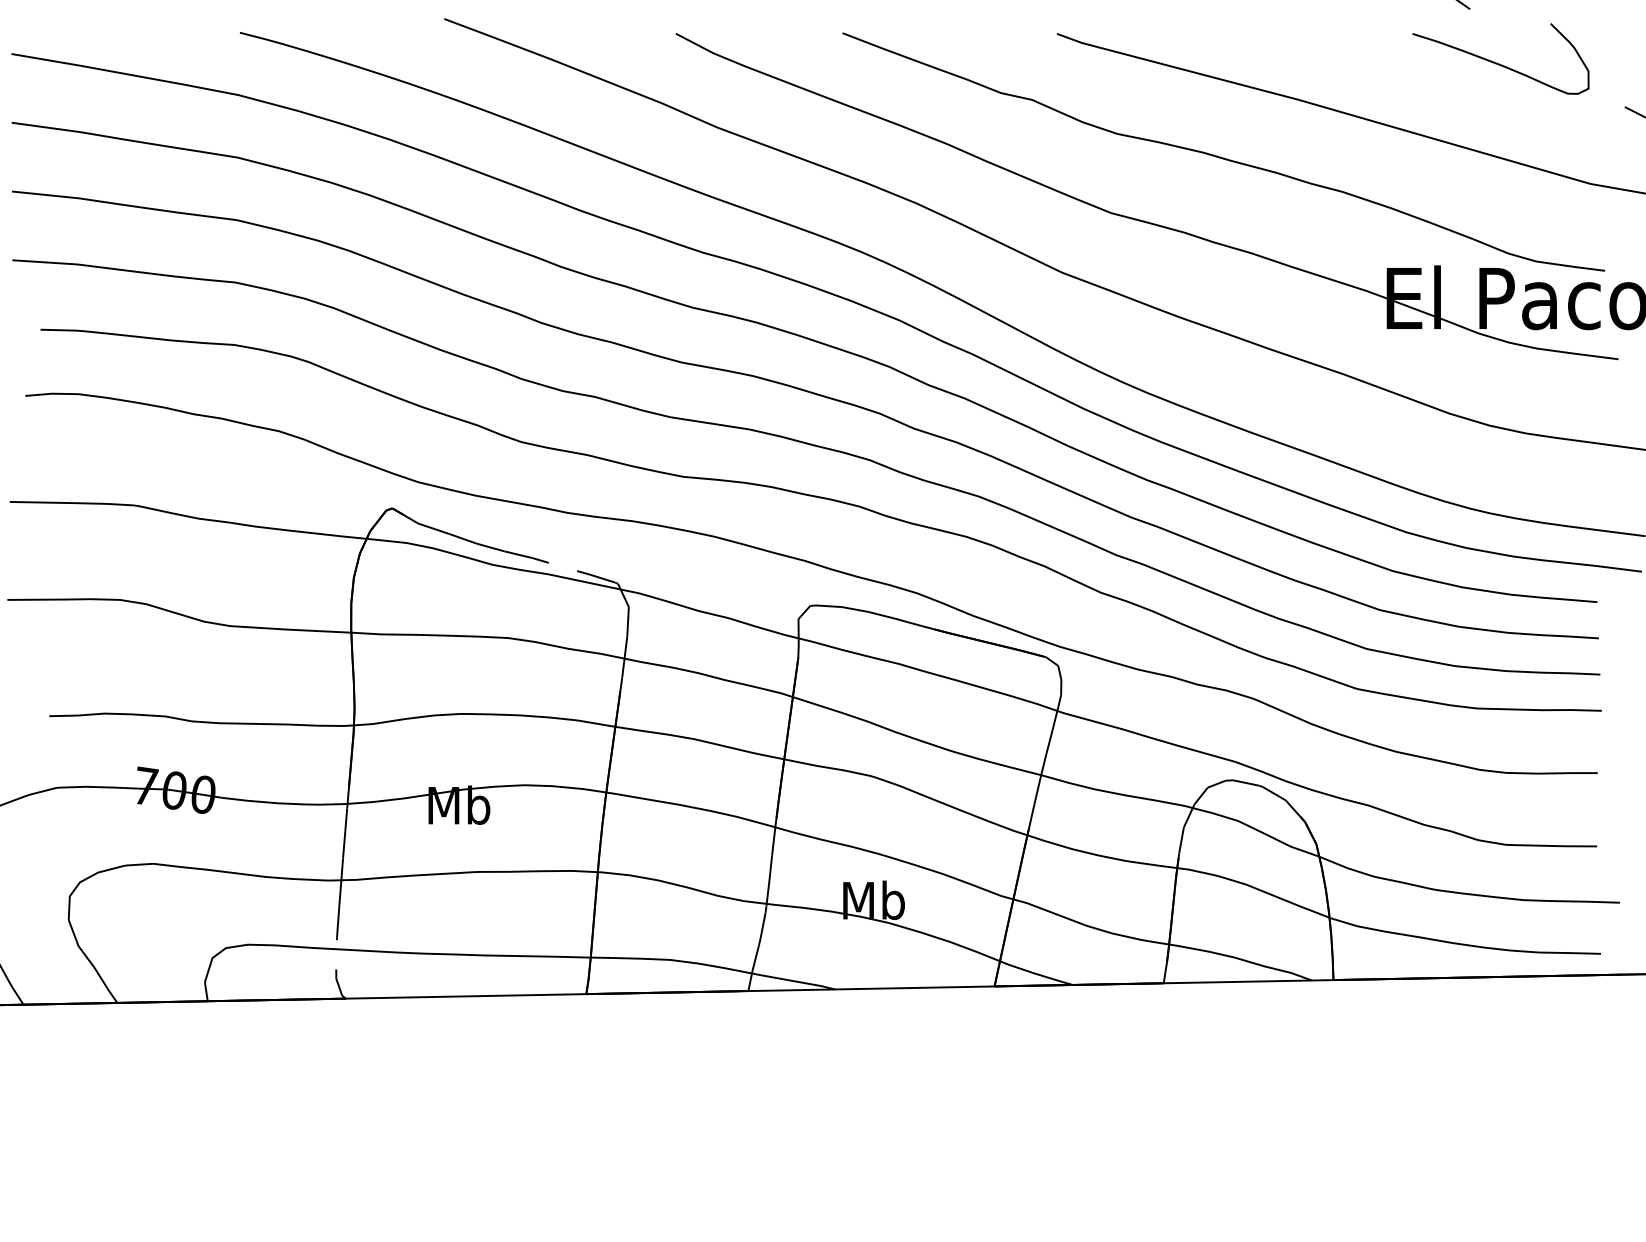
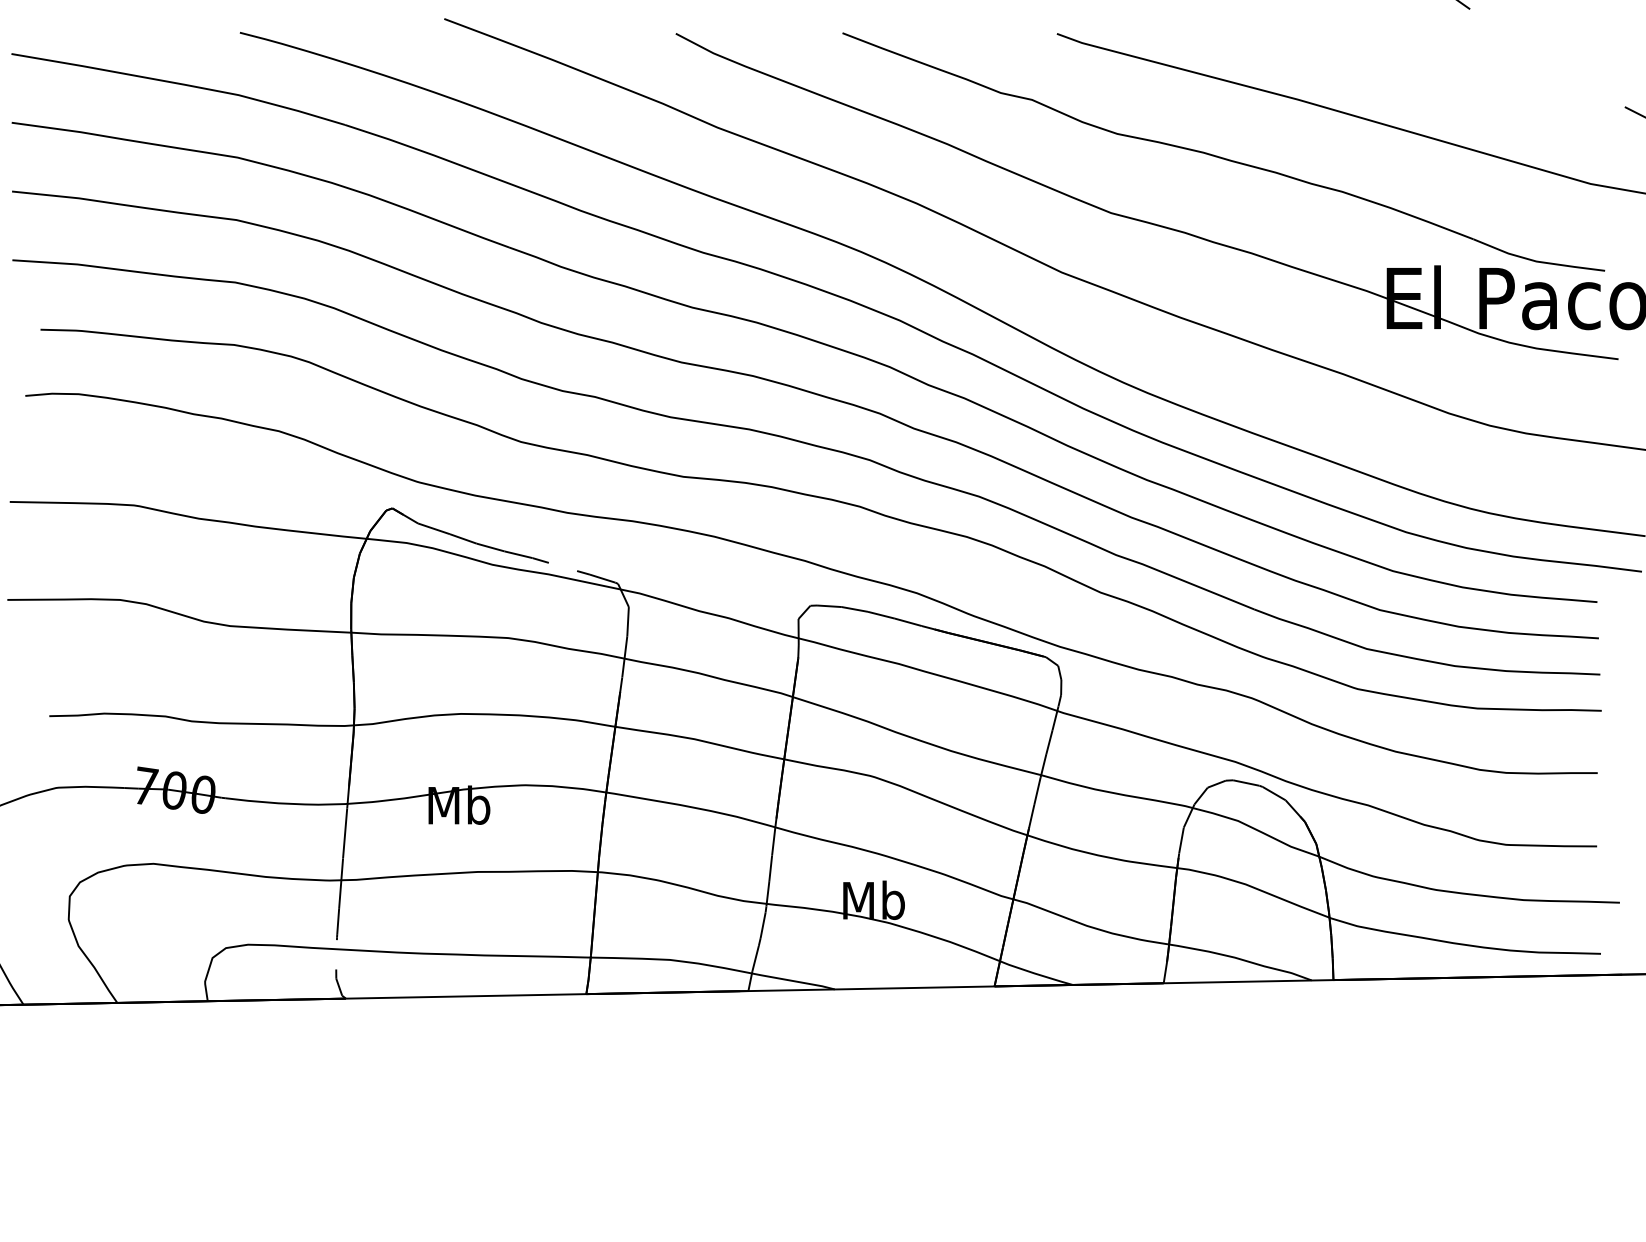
curve at (1499, 63): present -> none
